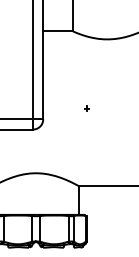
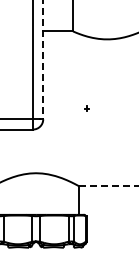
line at (43, 60): solid -> dashed
line at (109, 186): solid -> dashed
